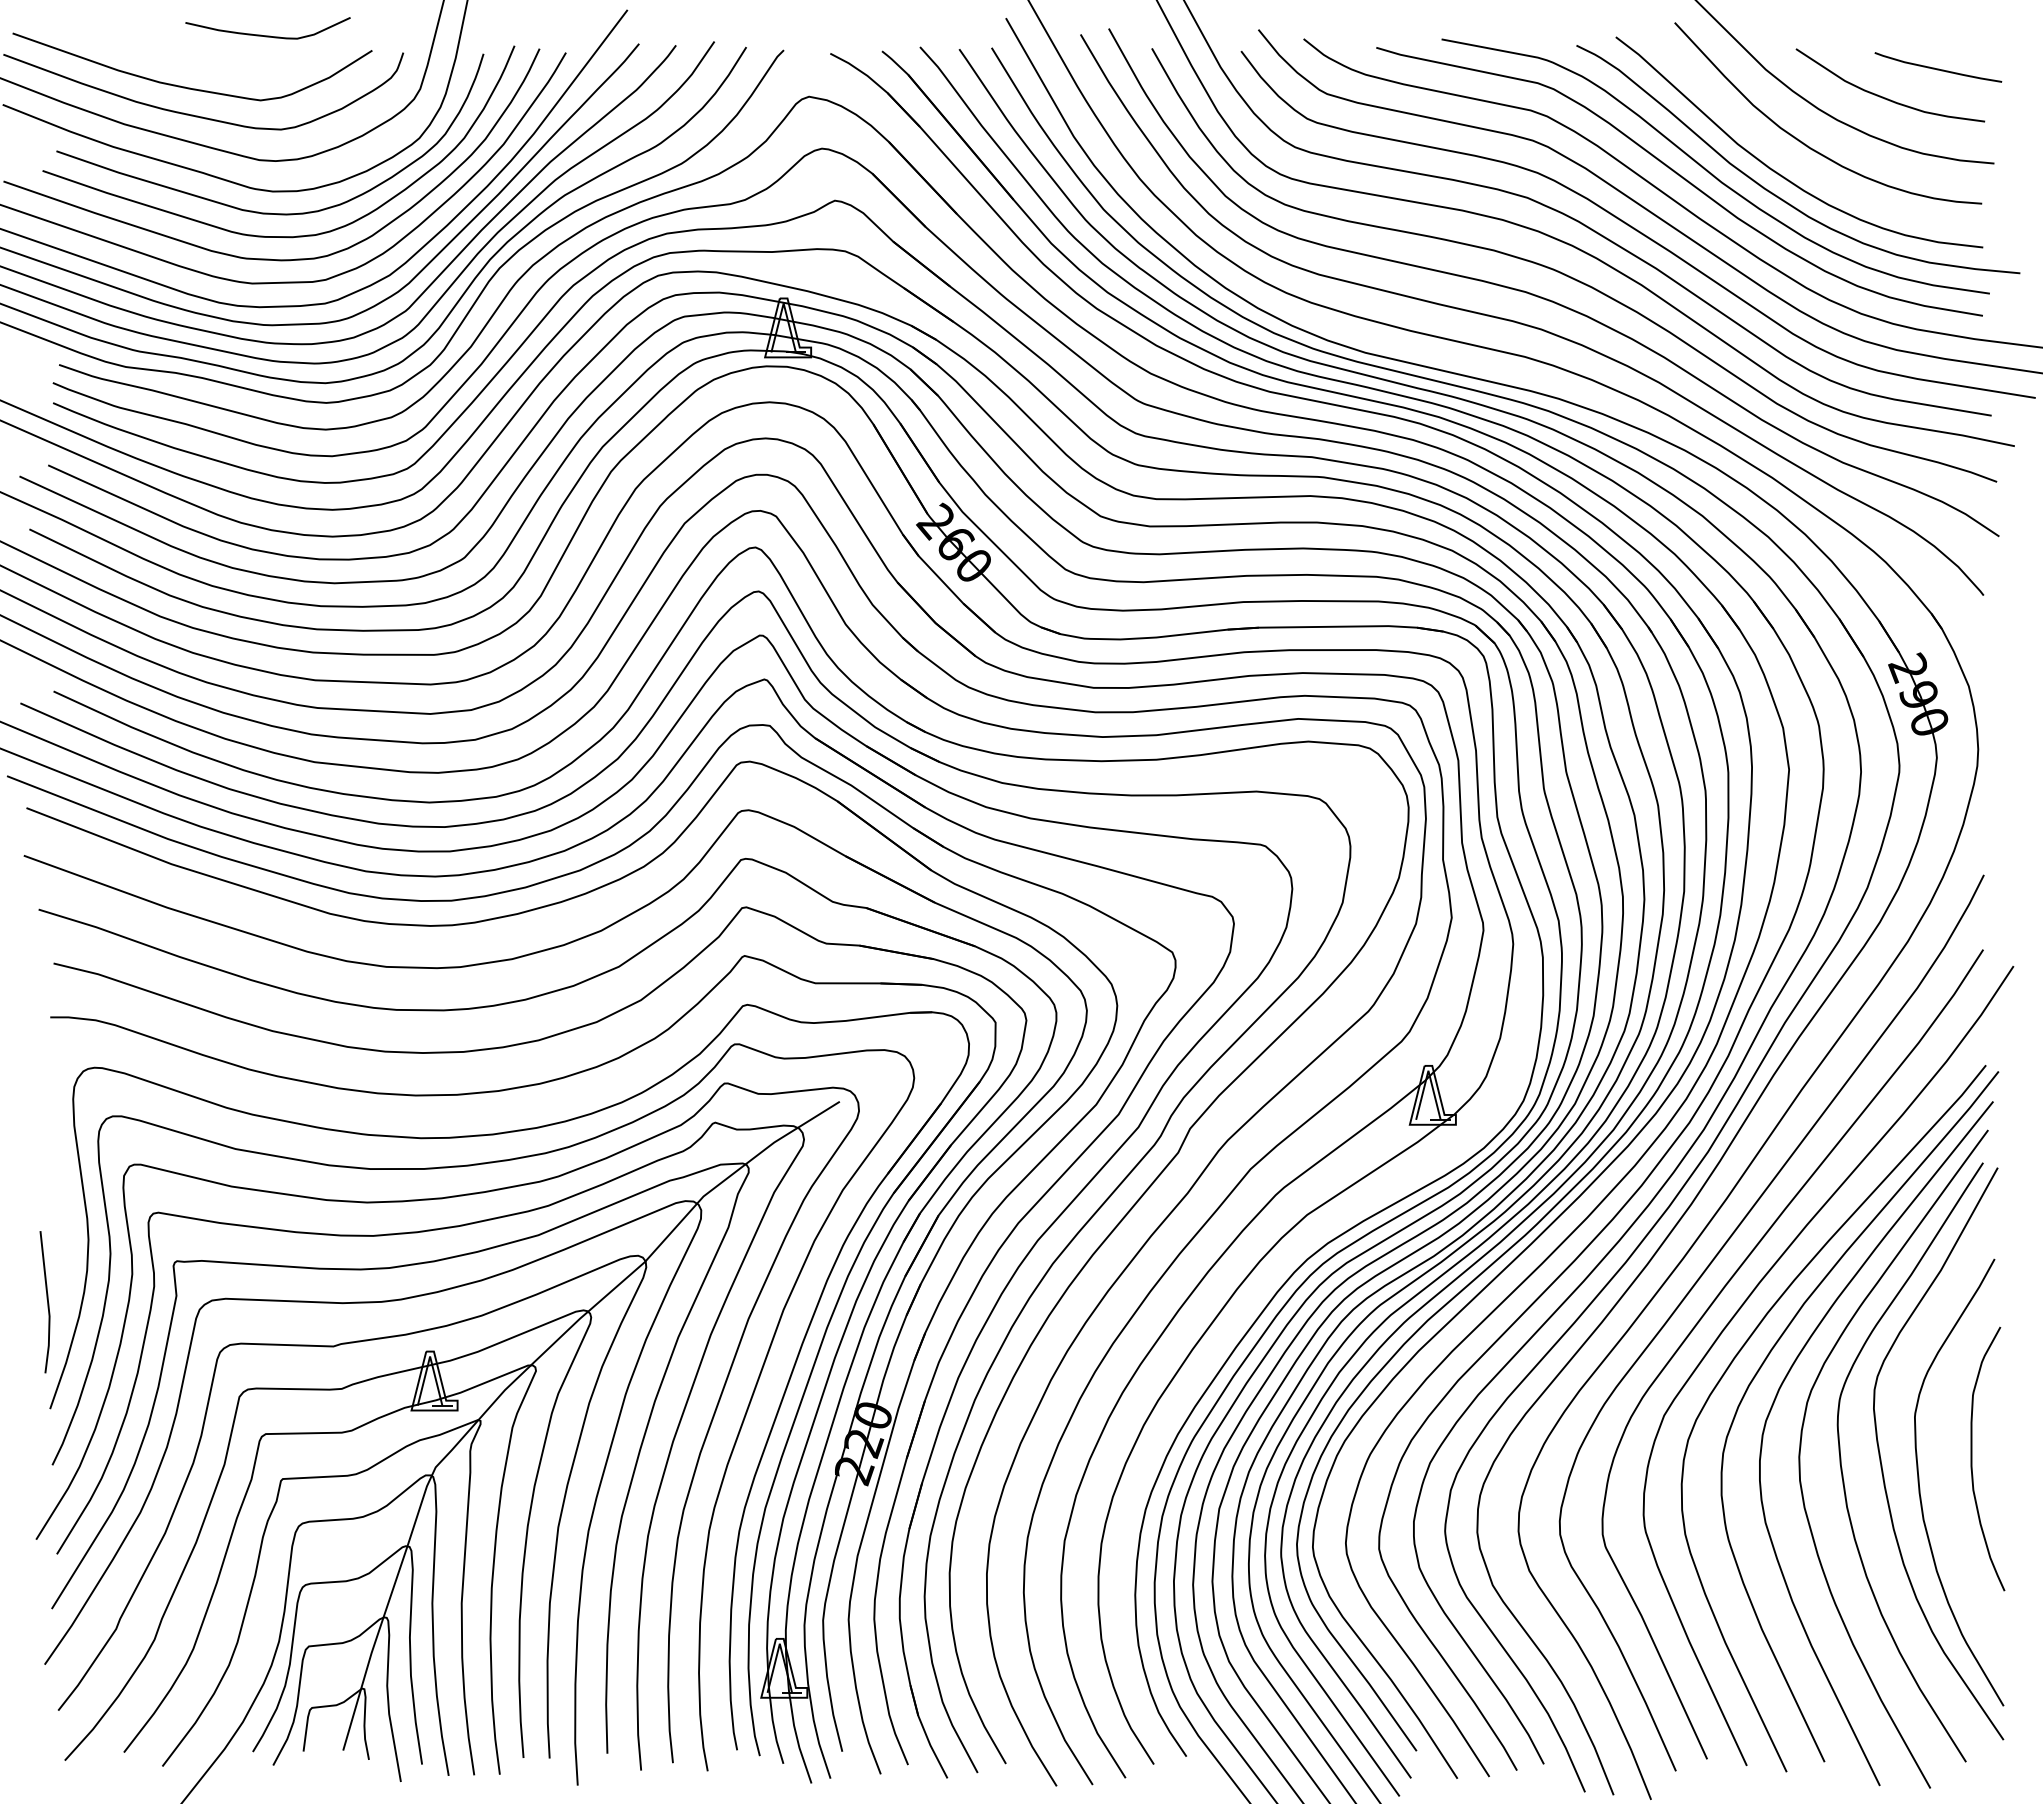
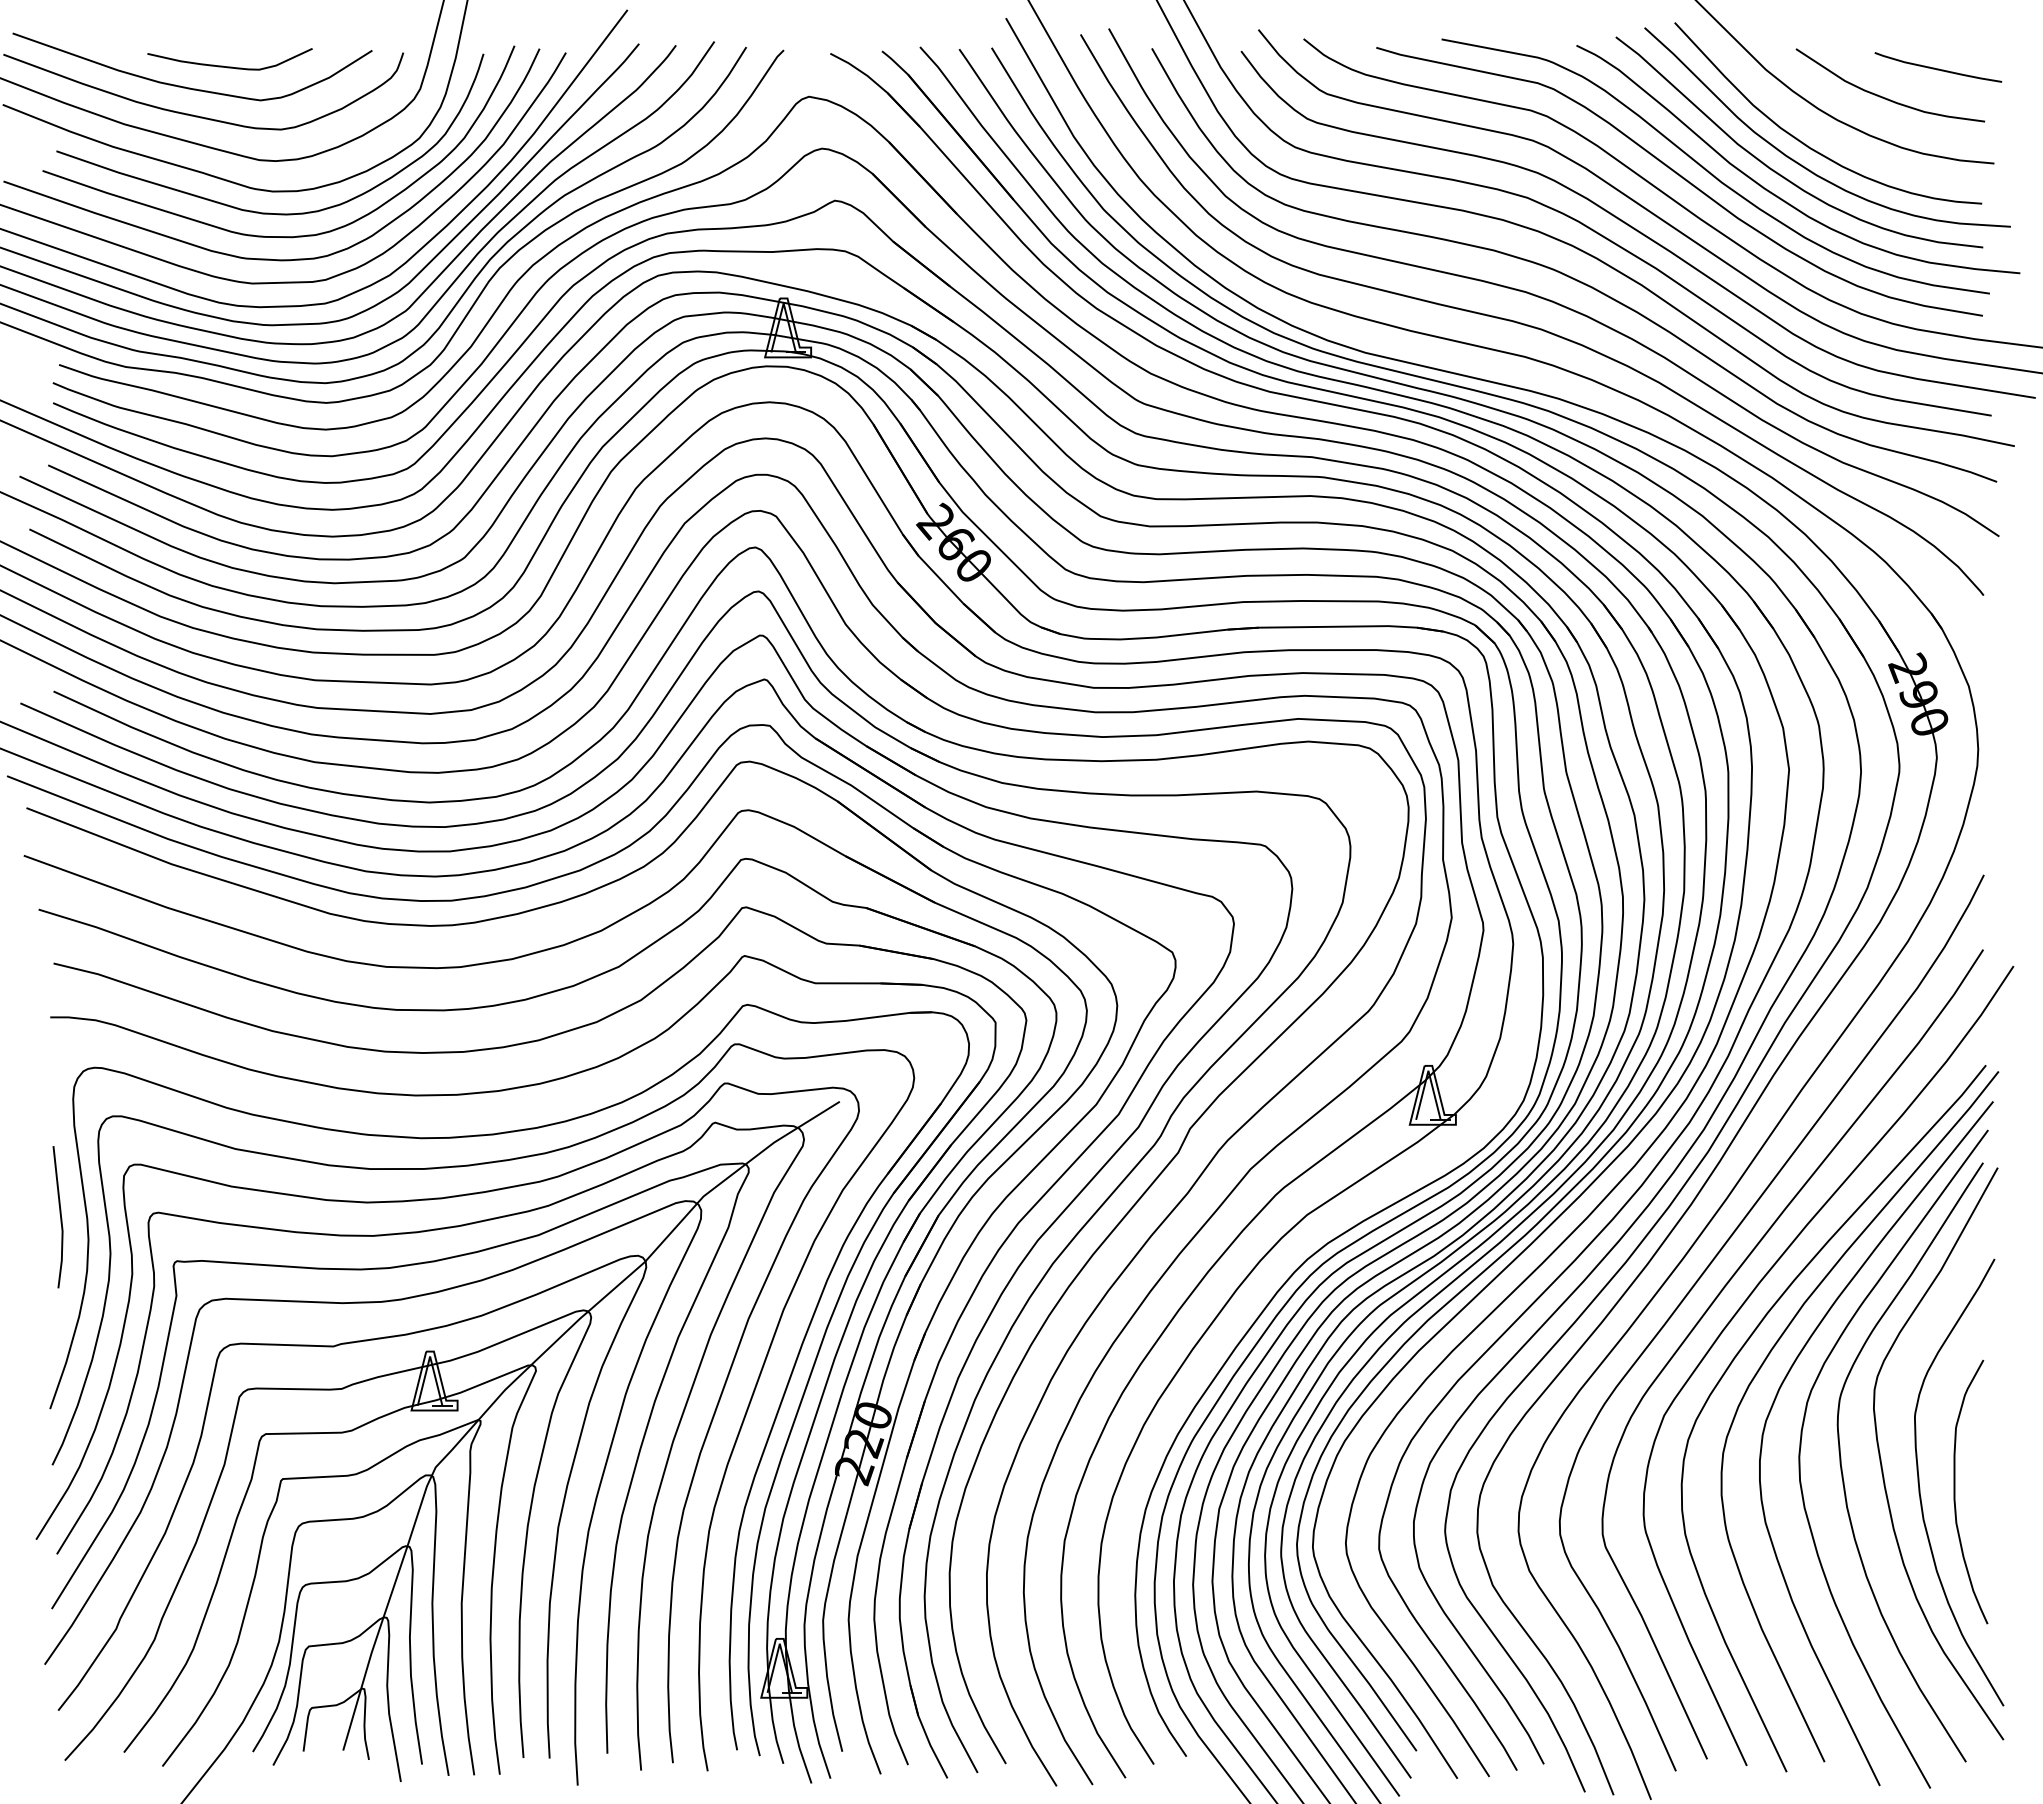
curve at (267, 35) position: (267, 35) -> (229, 66)
curve at (1803, 165): none -> present
line at (47, 1302) position: (47, 1302) -> (60, 1217)
curve at (1972, 1458) position: (1972, 1458) -> (1955, 1491)
